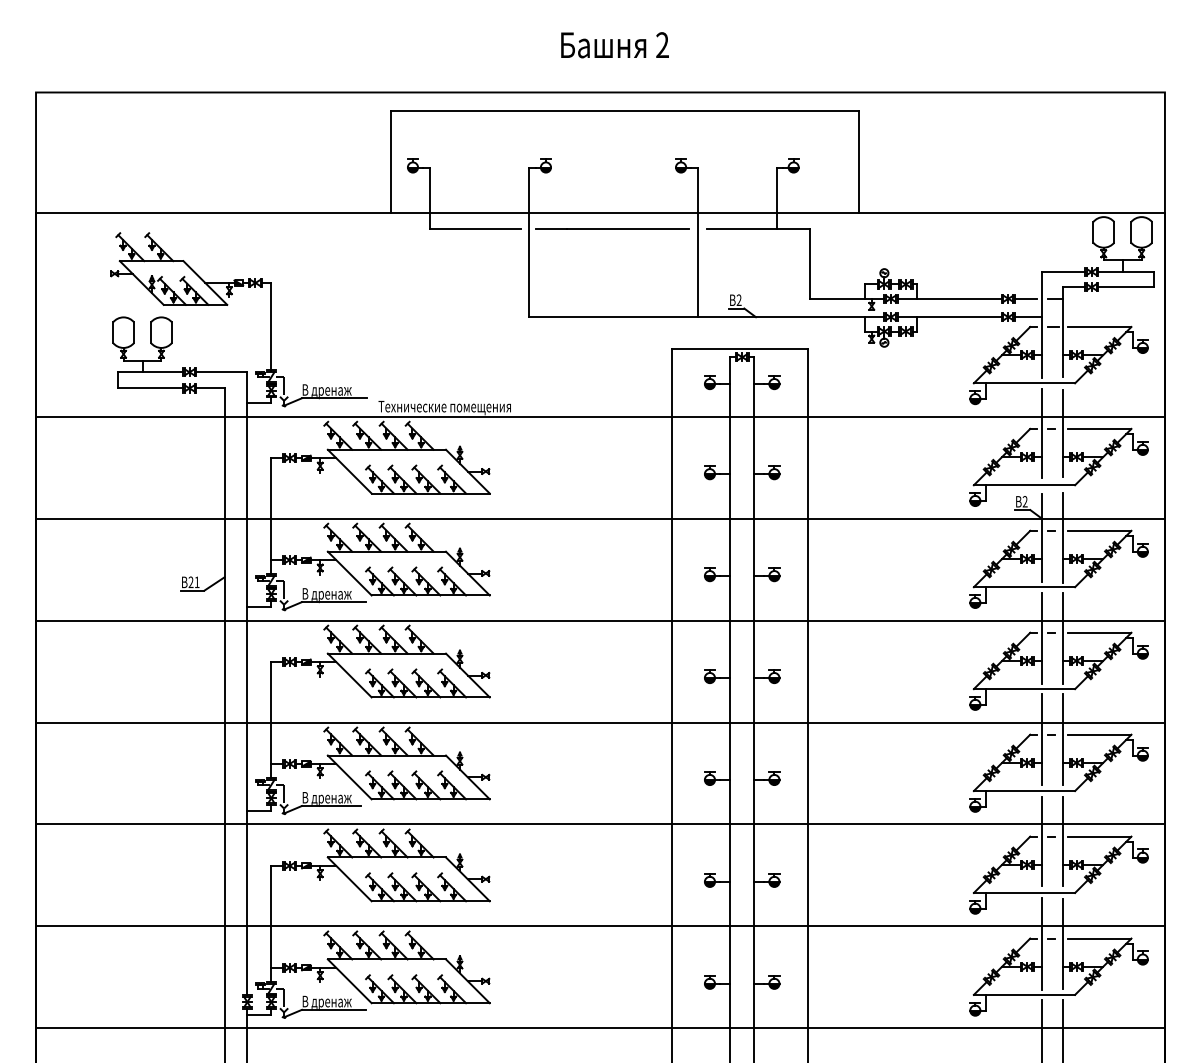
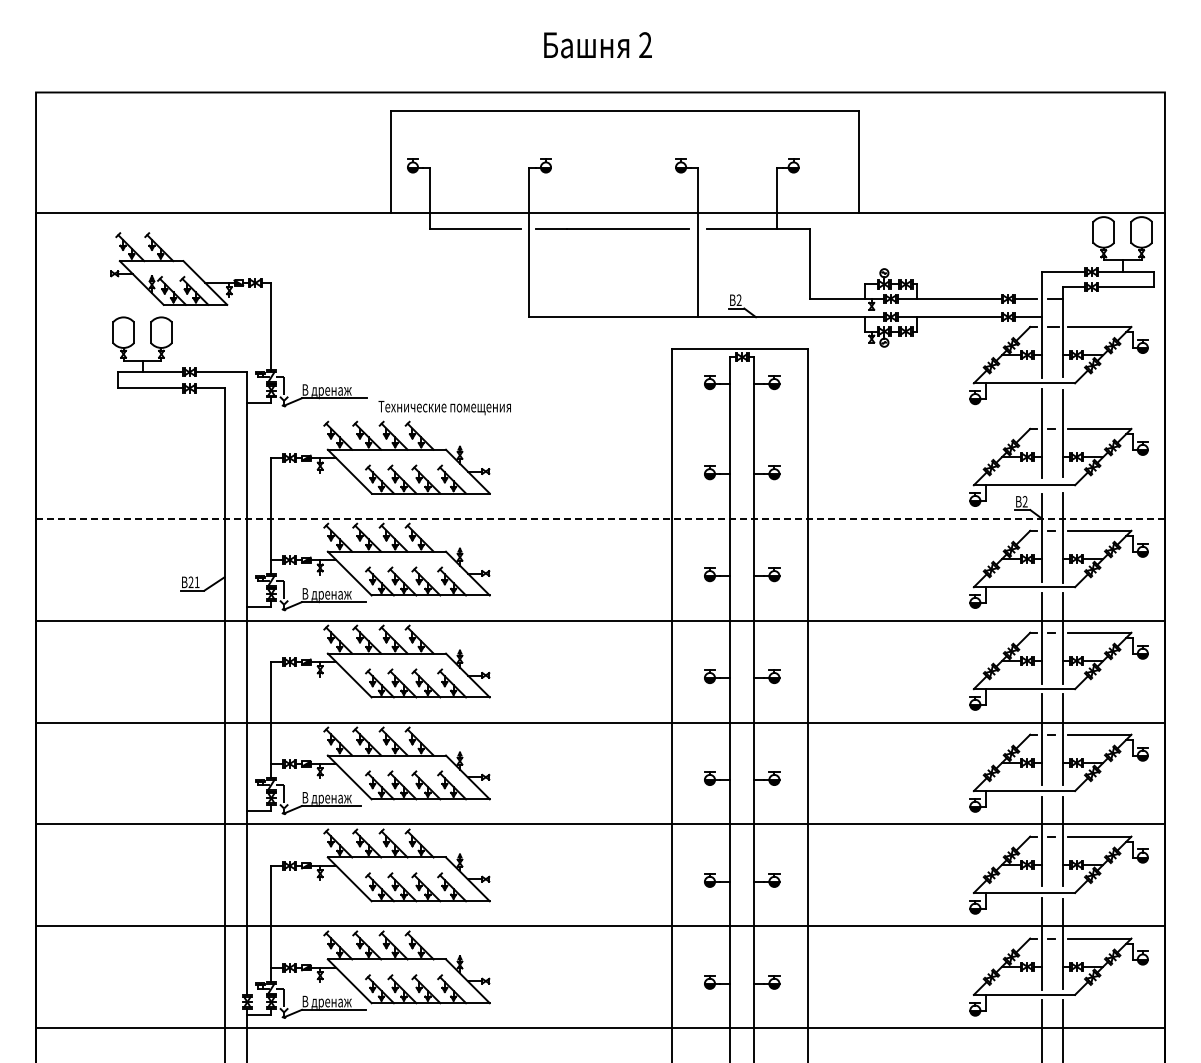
text at (614, 45) position: (614, 45) -> (597, 45)
line at (600, 416): present -> none
line at (600, 518): solid -> dashed
